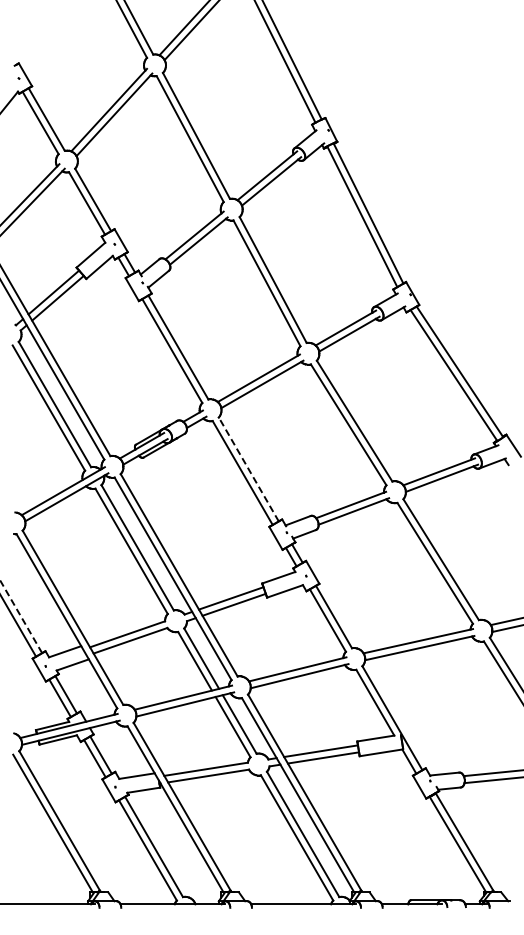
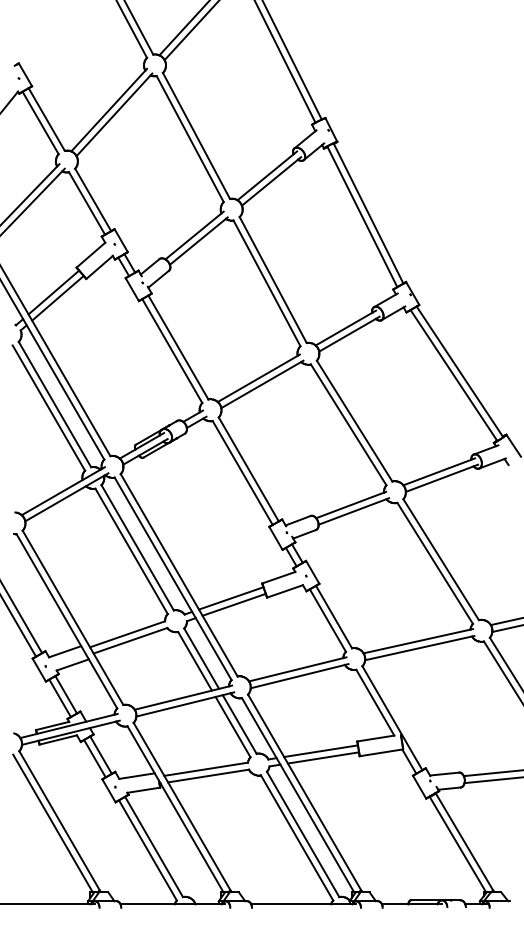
line at (248, 469): dashed -> solid
line at (21, 616): dashed -> solid
